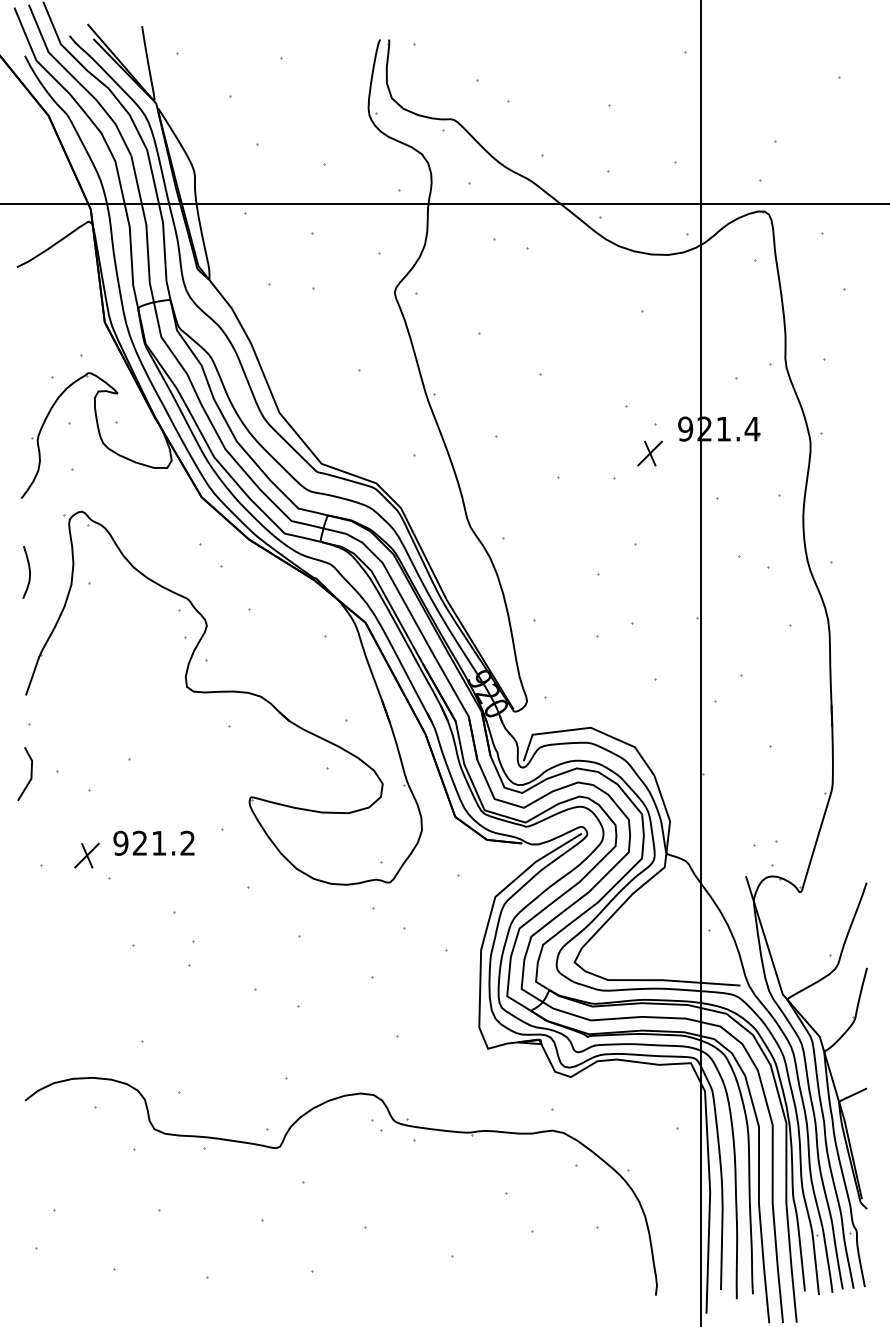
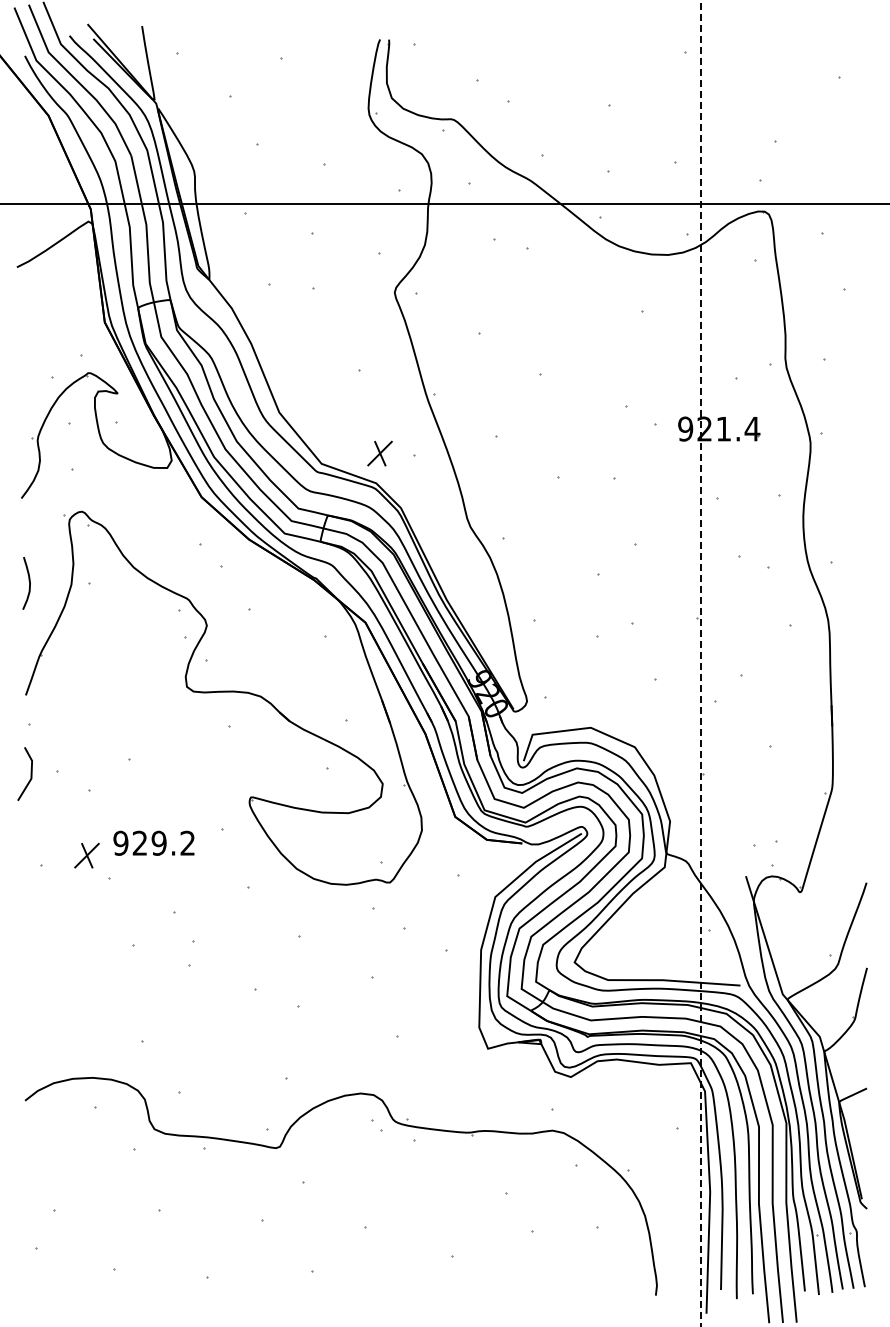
part at (649, 453) position: (649, 453) -> (379, 453)
curve at (28, 570) position: (28, 570) -> (28, 581)
line at (700, 663): solid -> dashed
text at (158, 842): 921.2 -> 929.2
